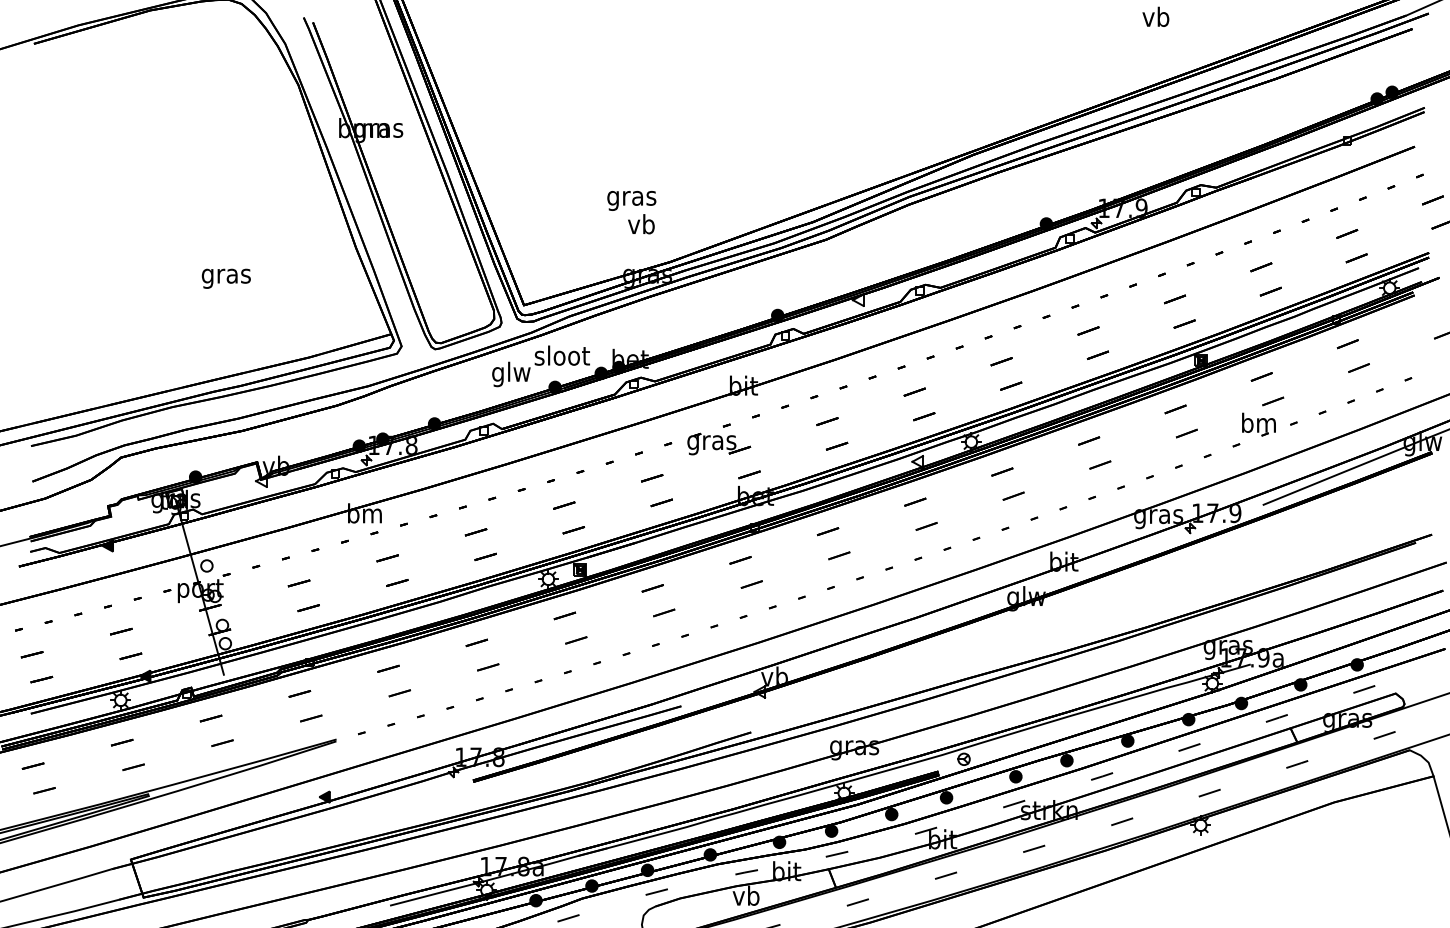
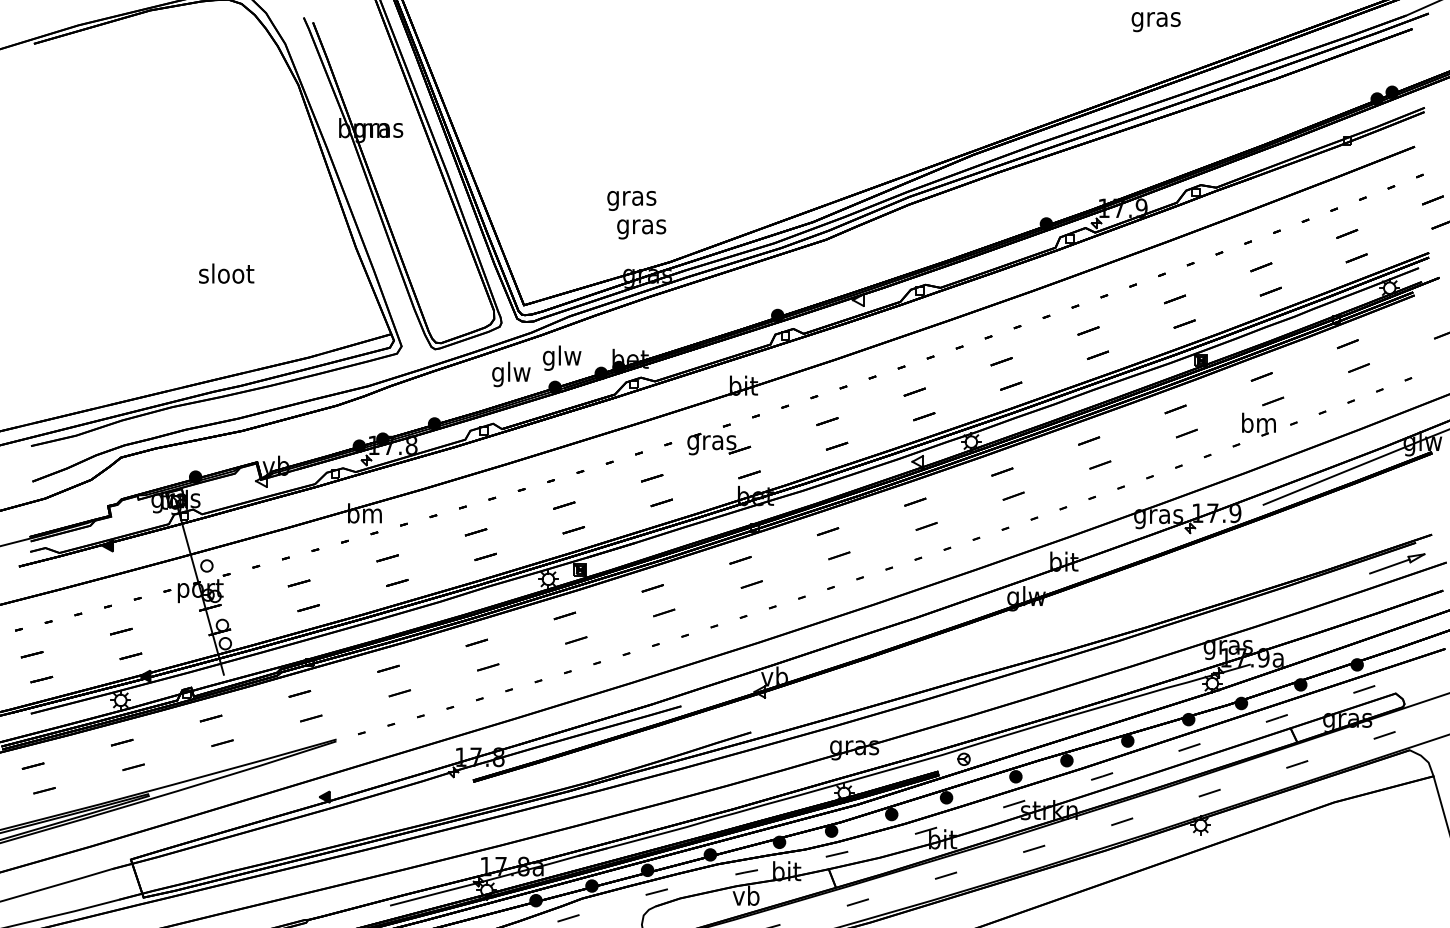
text at (1155, 19): vb -> gras
text at (641, 226): vb -> gras
text at (226, 275): gras -> sloot
text at (561, 357): sloot -> glw
part at (1397, 563): none -> present
